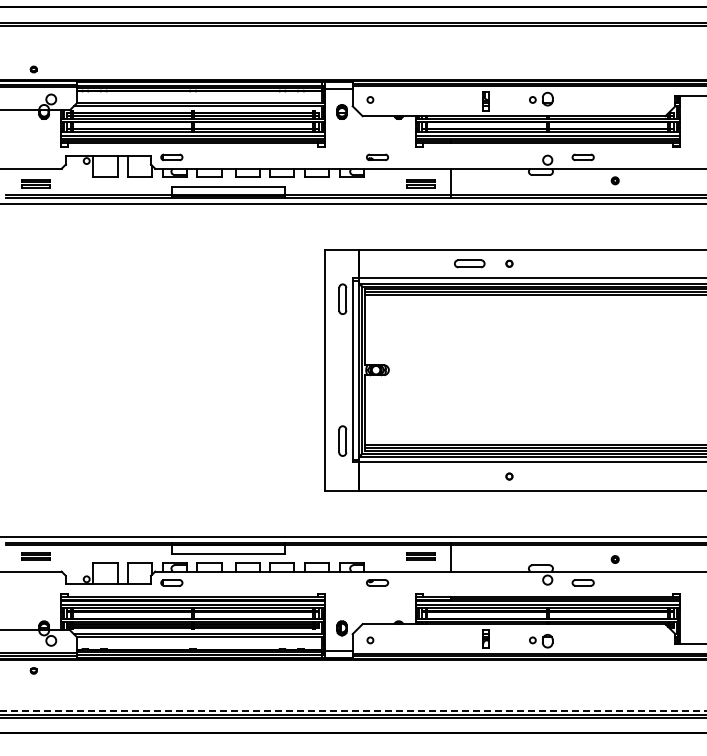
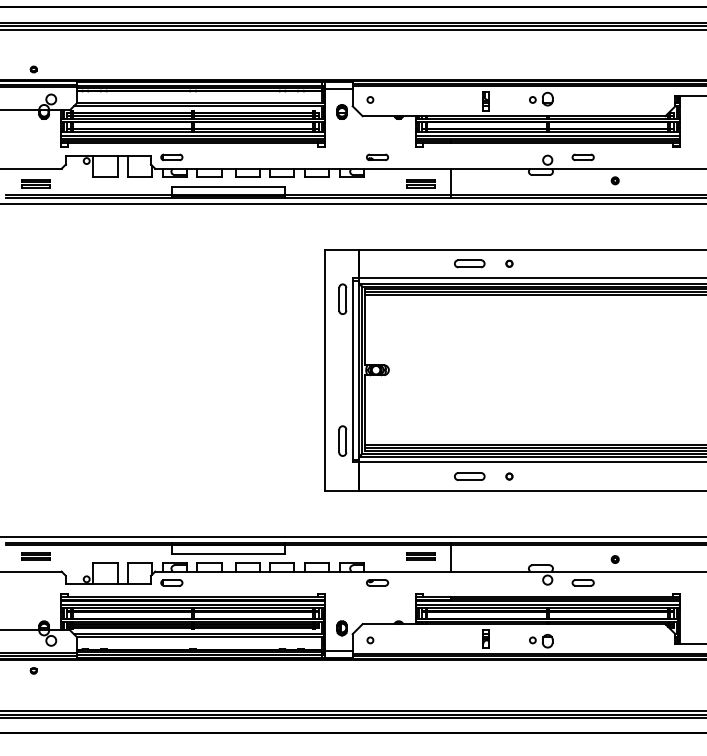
line at (352, 29): none -> present
part at (469, 476): none -> present
line at (353, 710): dashed -> solid
